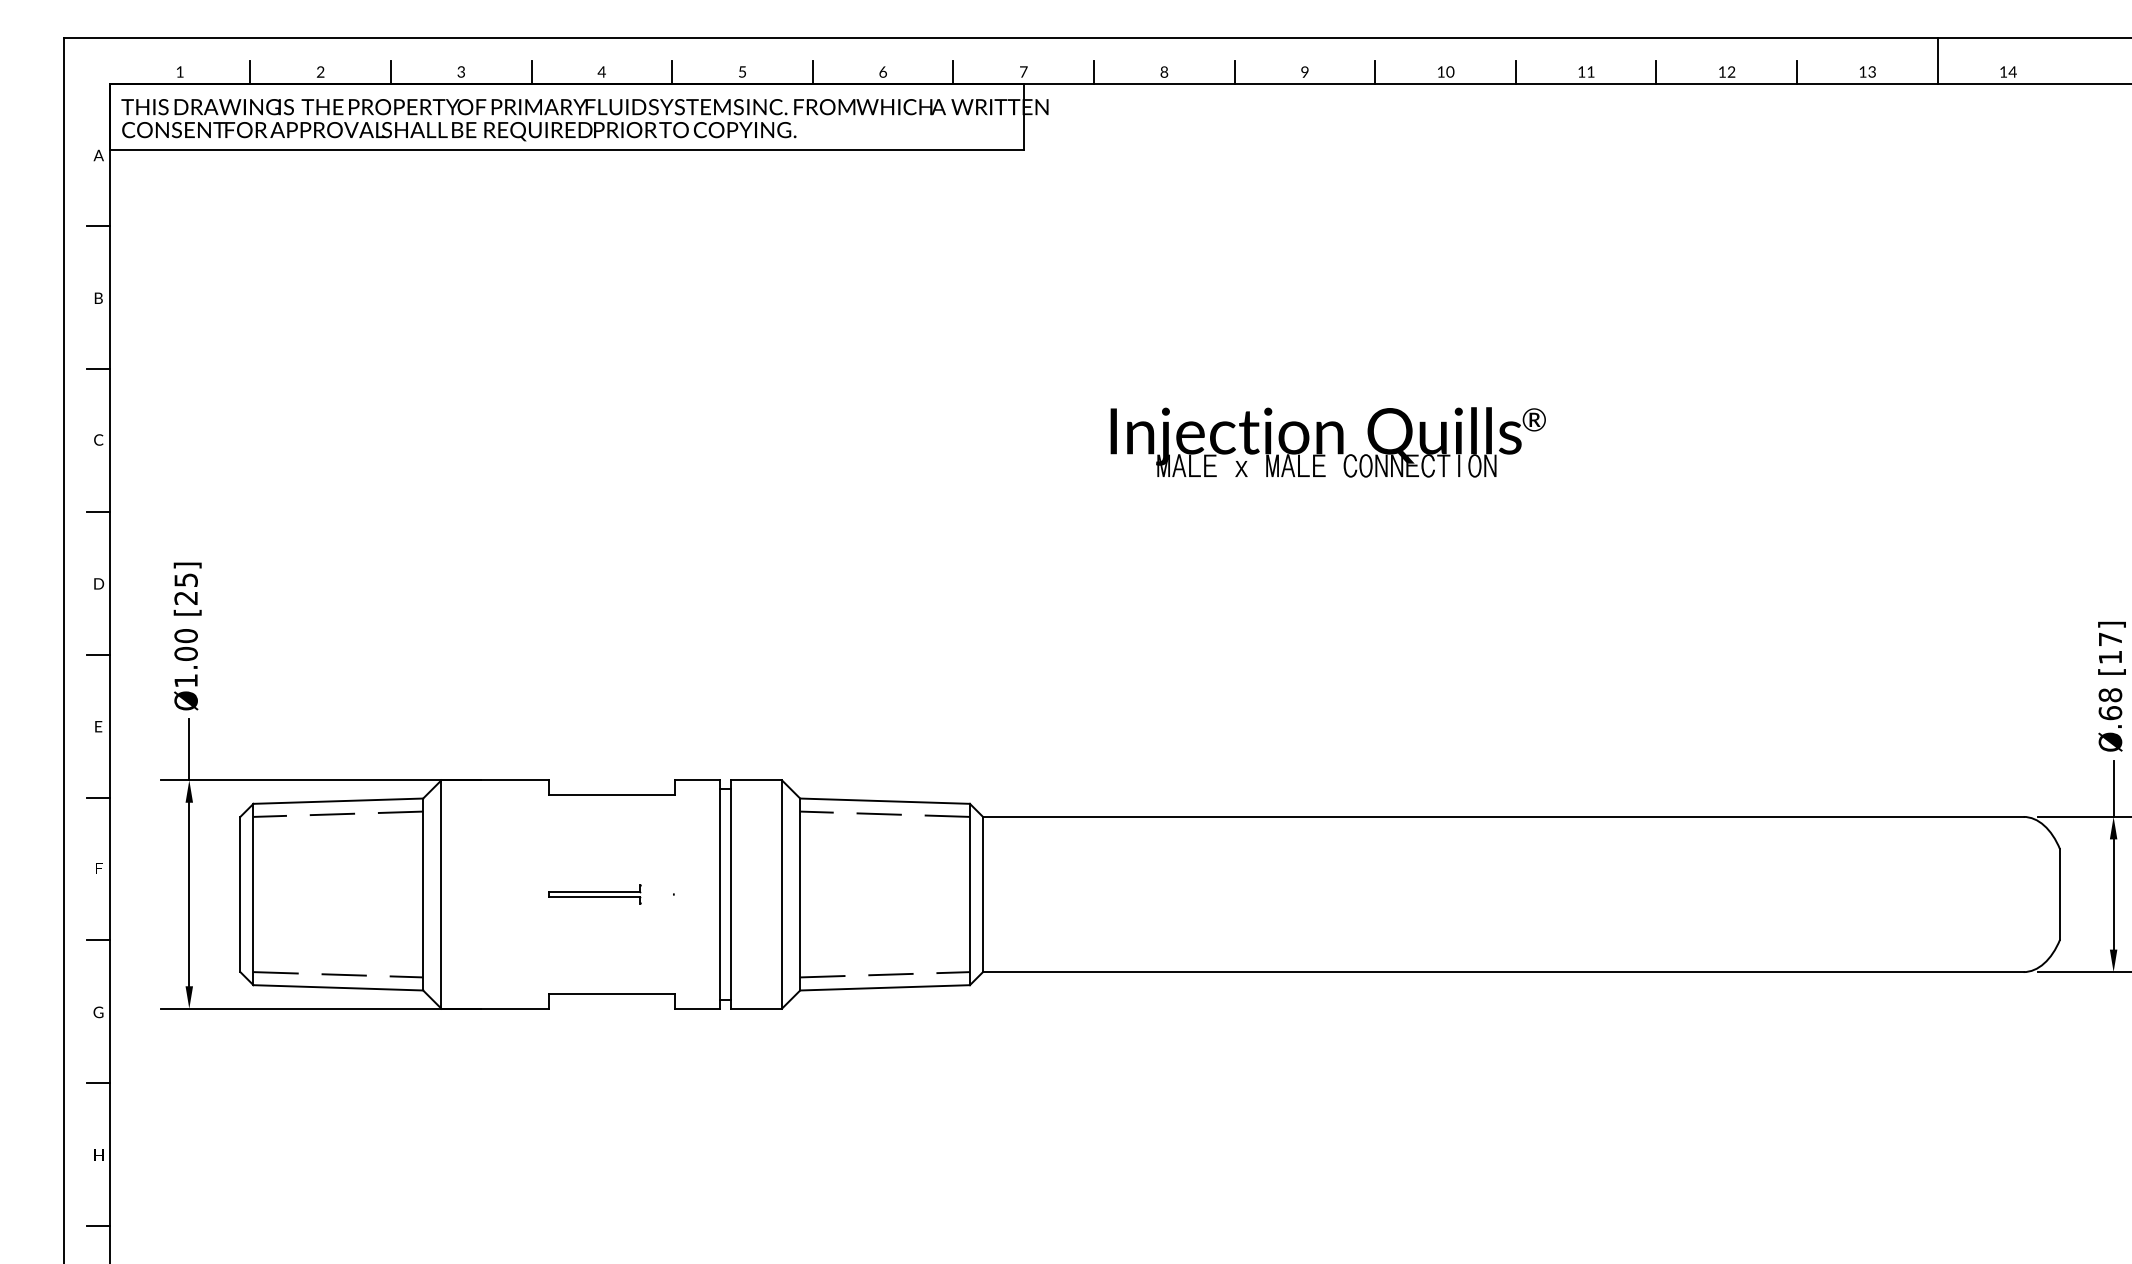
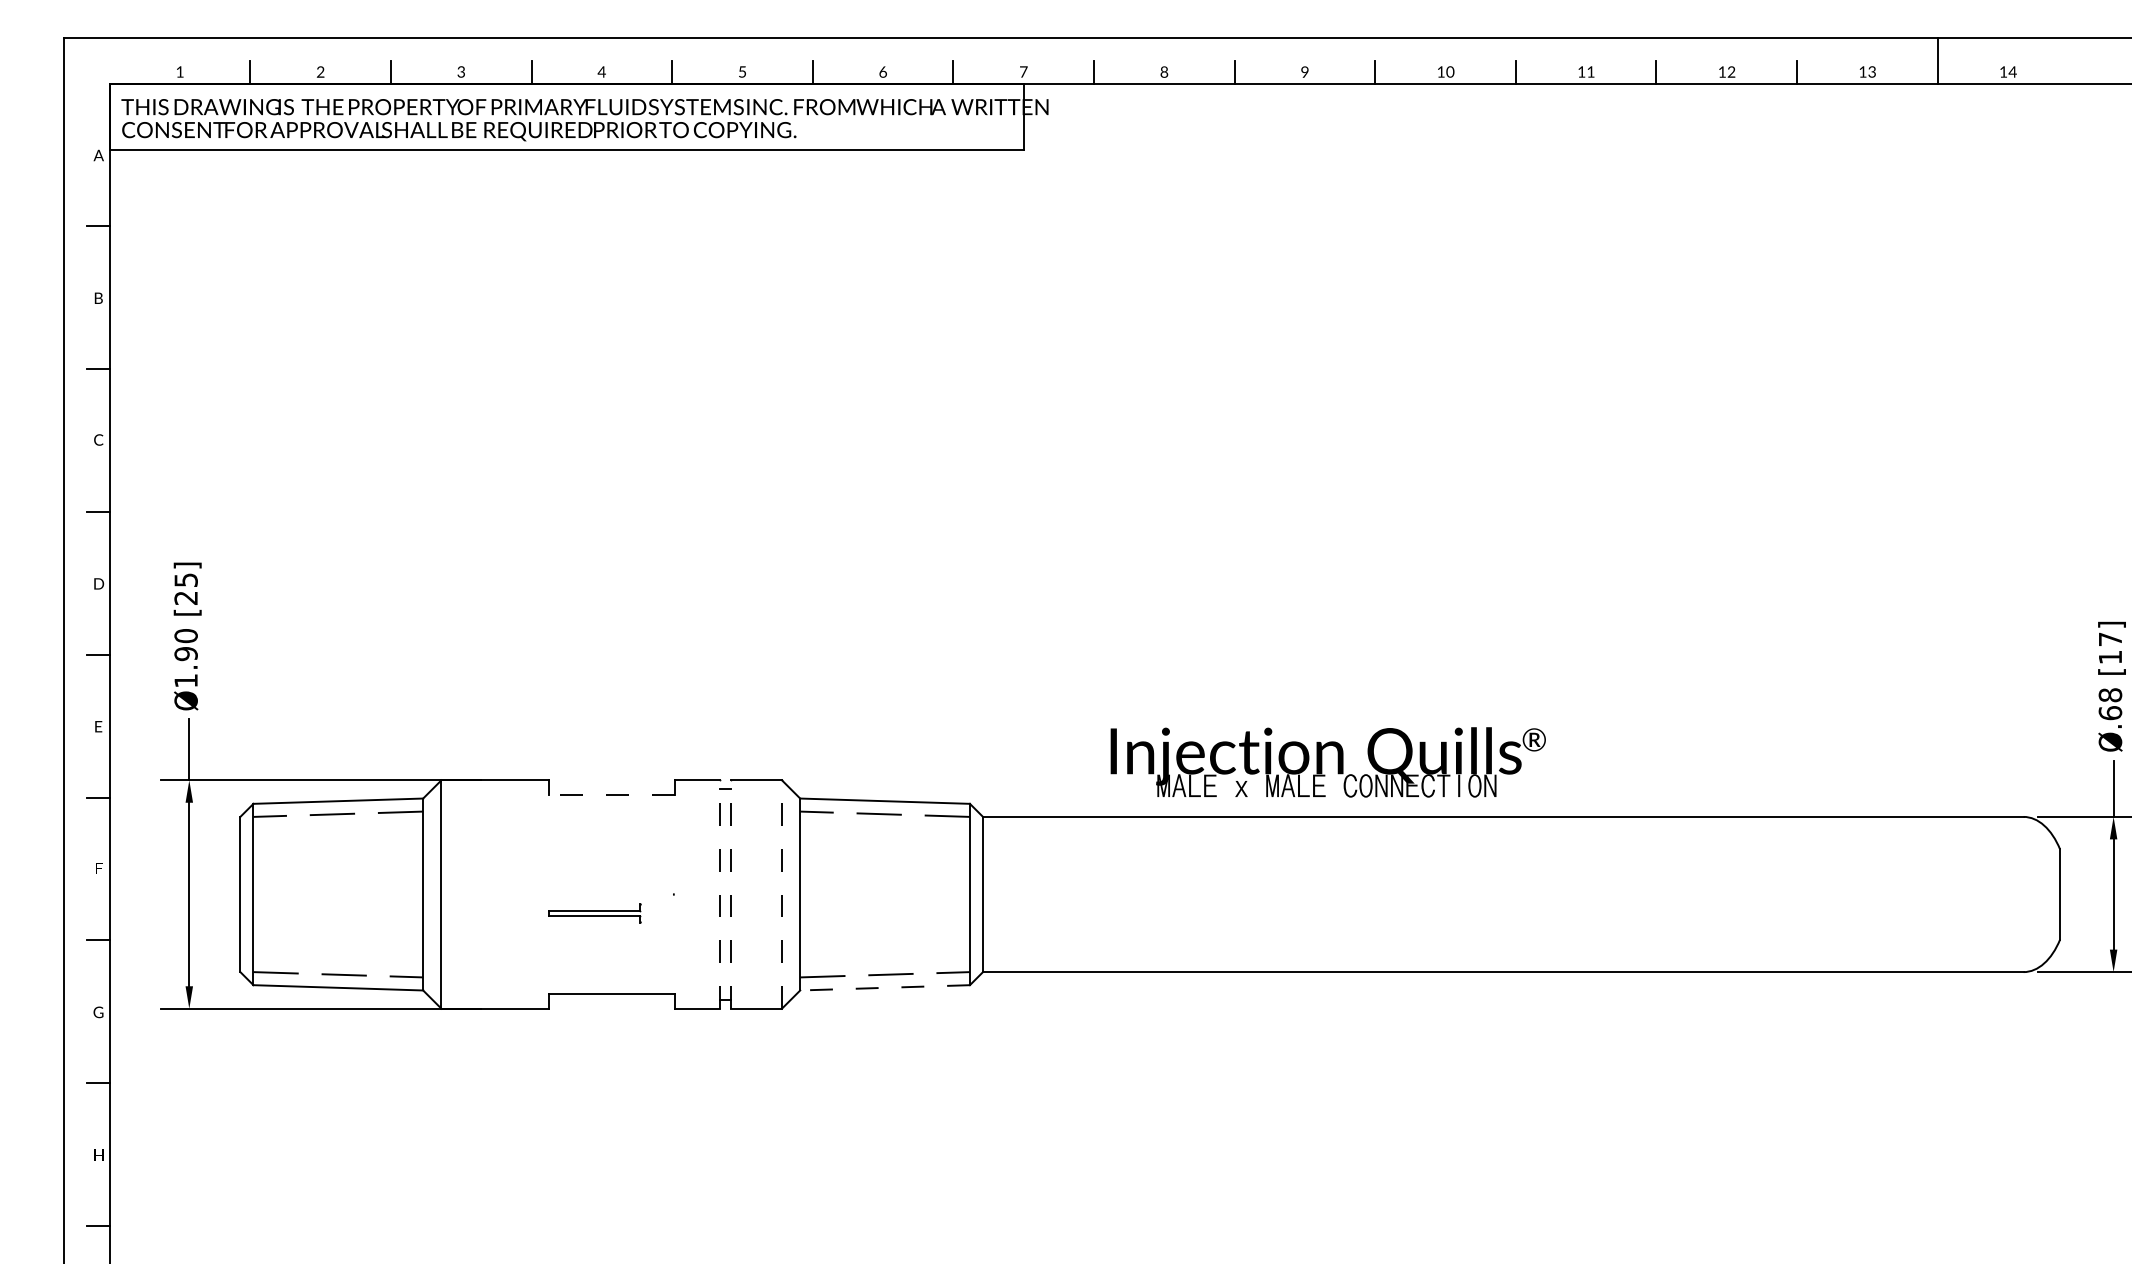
text at (1327, 442) position: (1327, 442) -> (1327, 762)
text at (185, 653): Ø1.00 -> Ø1.90
line at (611, 794): solid -> dashed
part at (594, 894) position: (594, 894) -> (594, 913)
line at (720, 894): solid -> dashed
line at (730, 894): solid -> dashed
line at (781, 894): solid -> dashed
line at (885, 987): solid -> dashed
